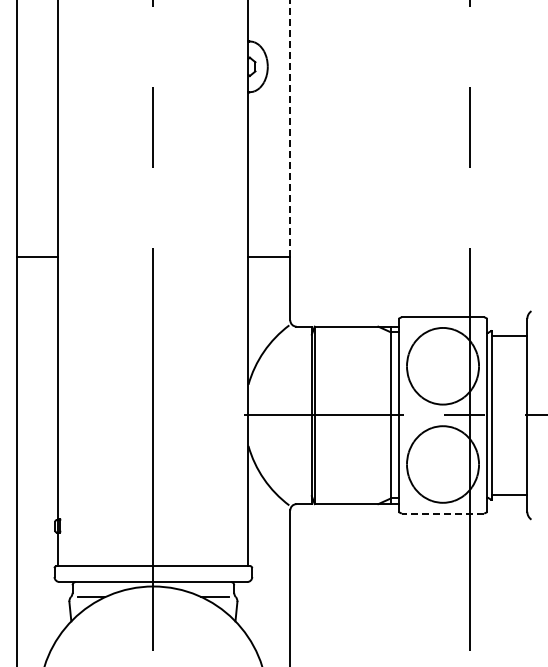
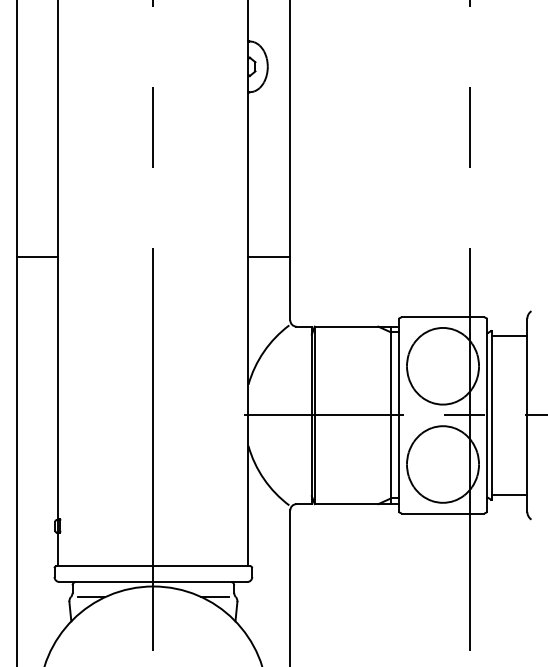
line at (290, 127): dashed -> solid
line at (442, 513): dashed -> solid
